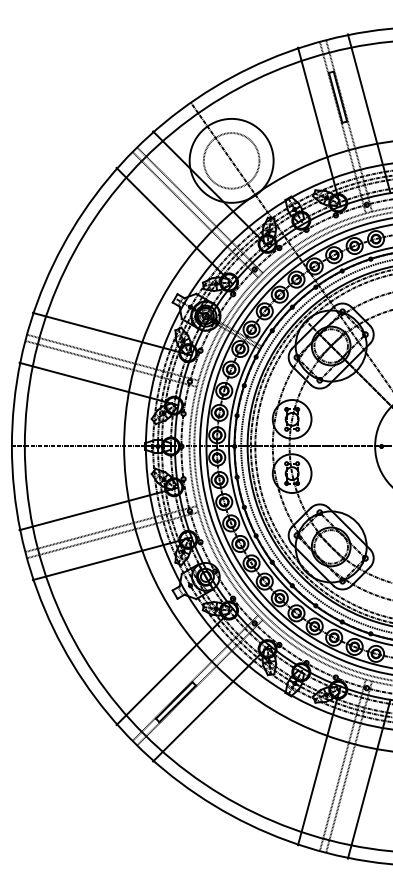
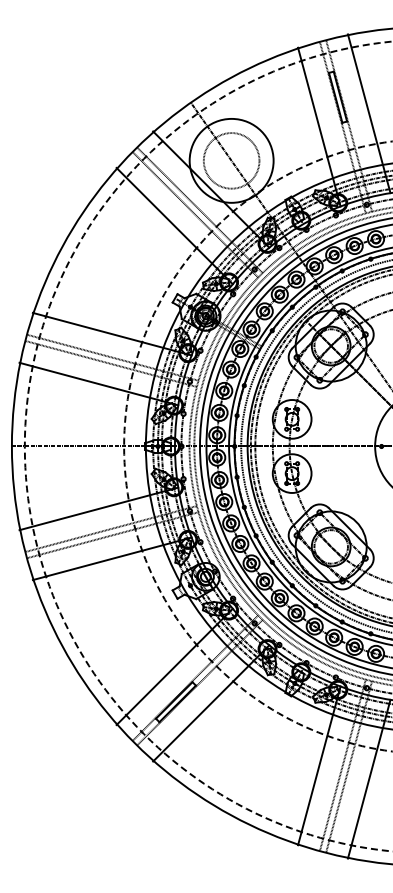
circle at (208, 446): solid -> dashed
circle at (258, 446): solid -> dashed
